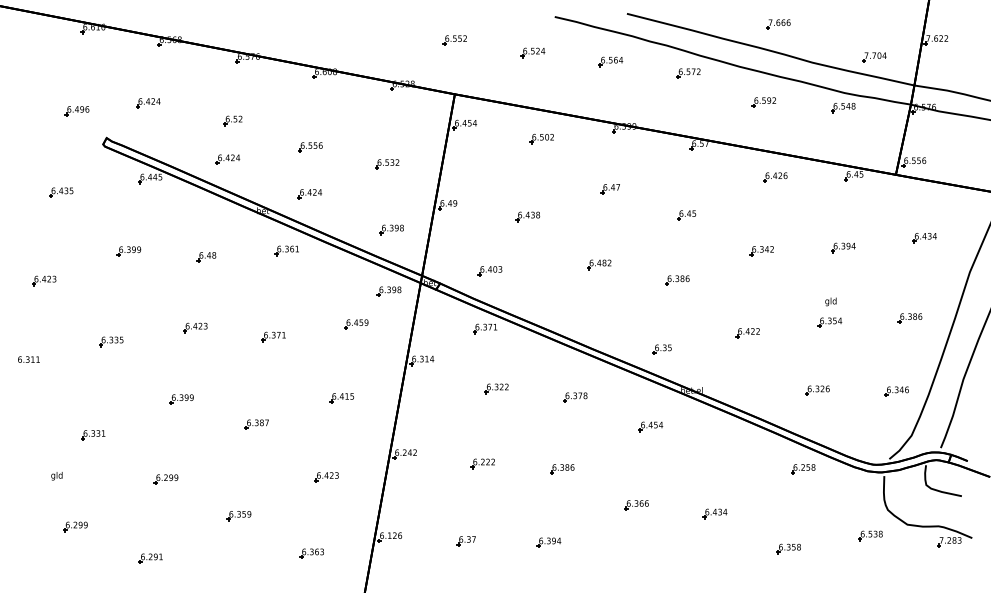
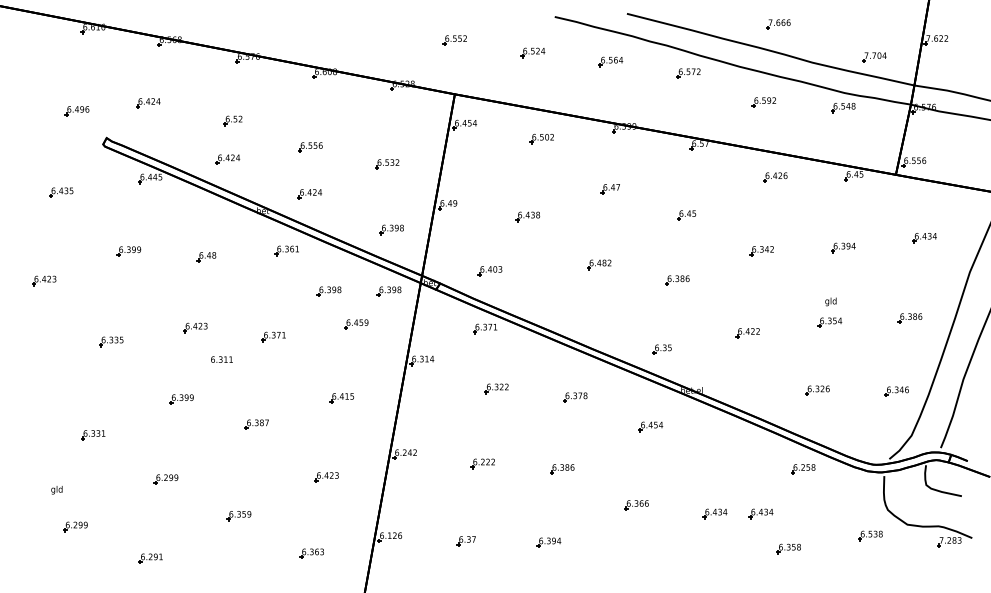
part at (328, 291): none -> present
text at (28, 359) position: (28, 359) -> (221, 359)
text at (56, 476) position: (56, 476) -> (56, 490)
part at (760, 513): none -> present
